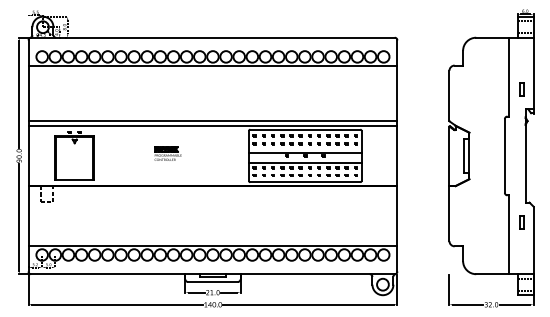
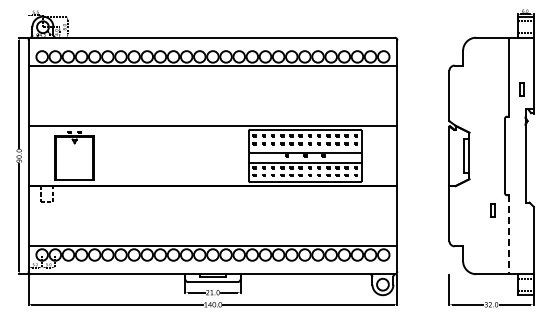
line at (212, 120): present -> none
part at (167, 153): present -> none
part at (521, 222) position: (521, 222) -> (492, 210)
line at (508, 235): solid -> dashed
